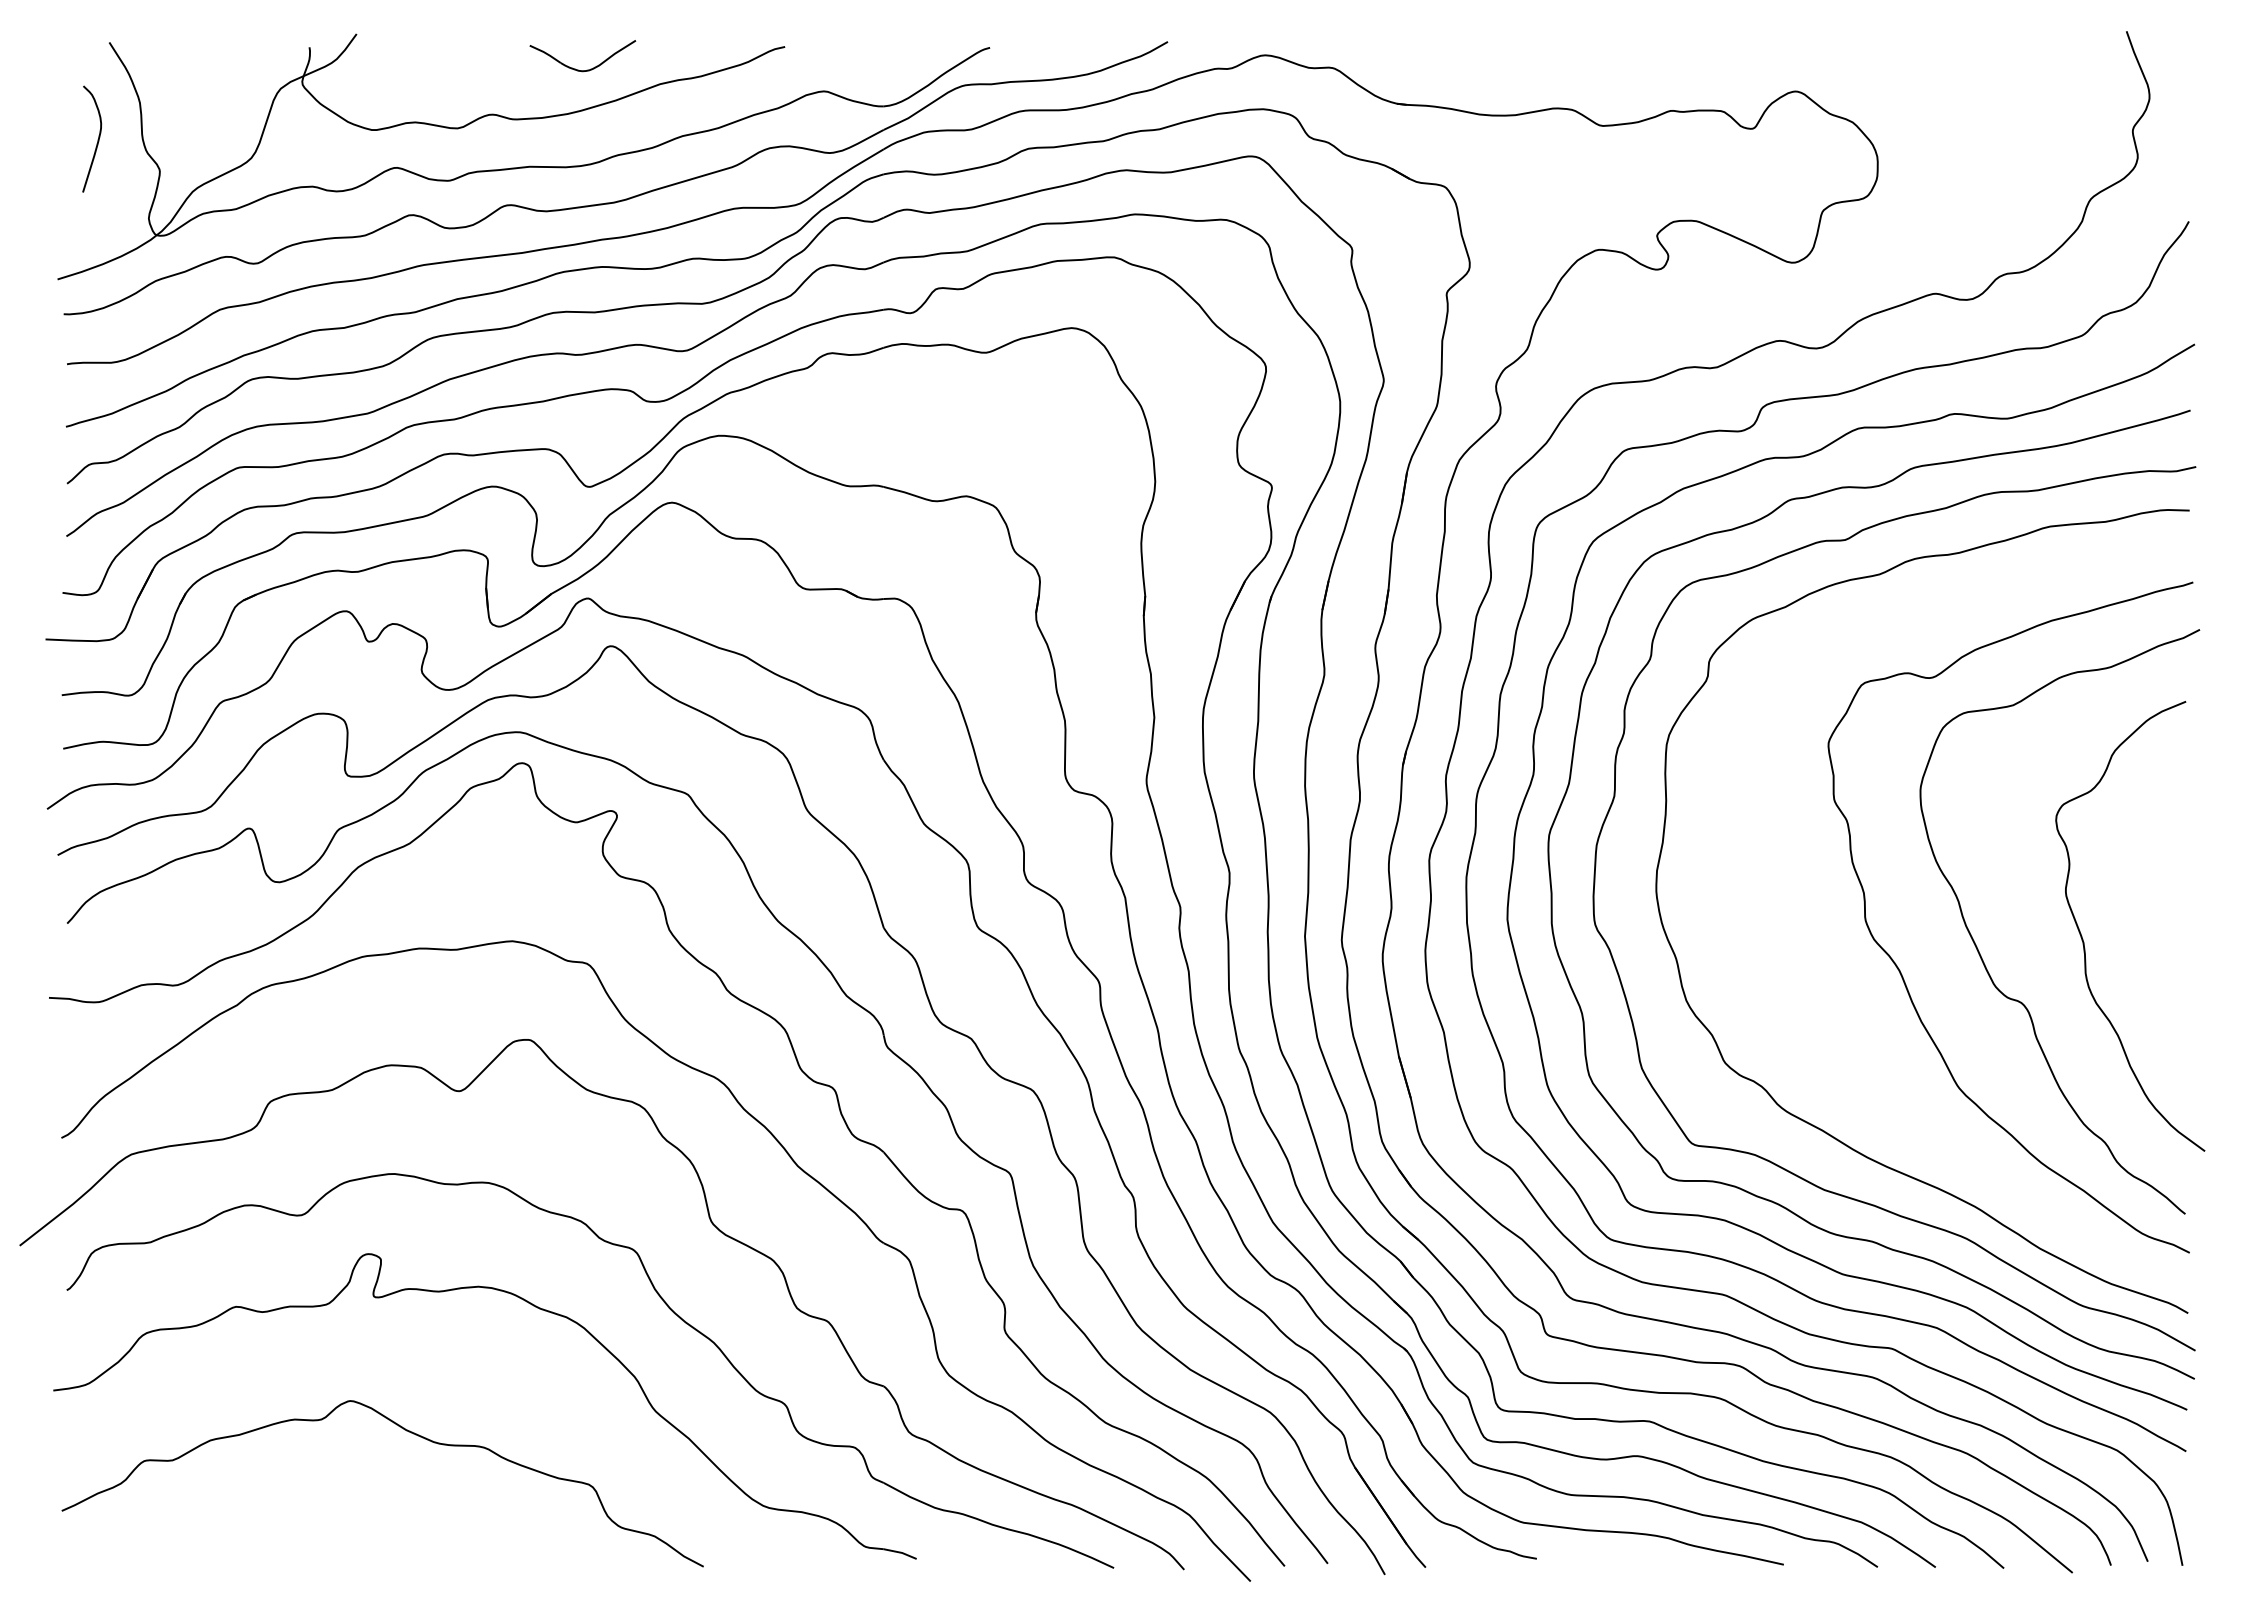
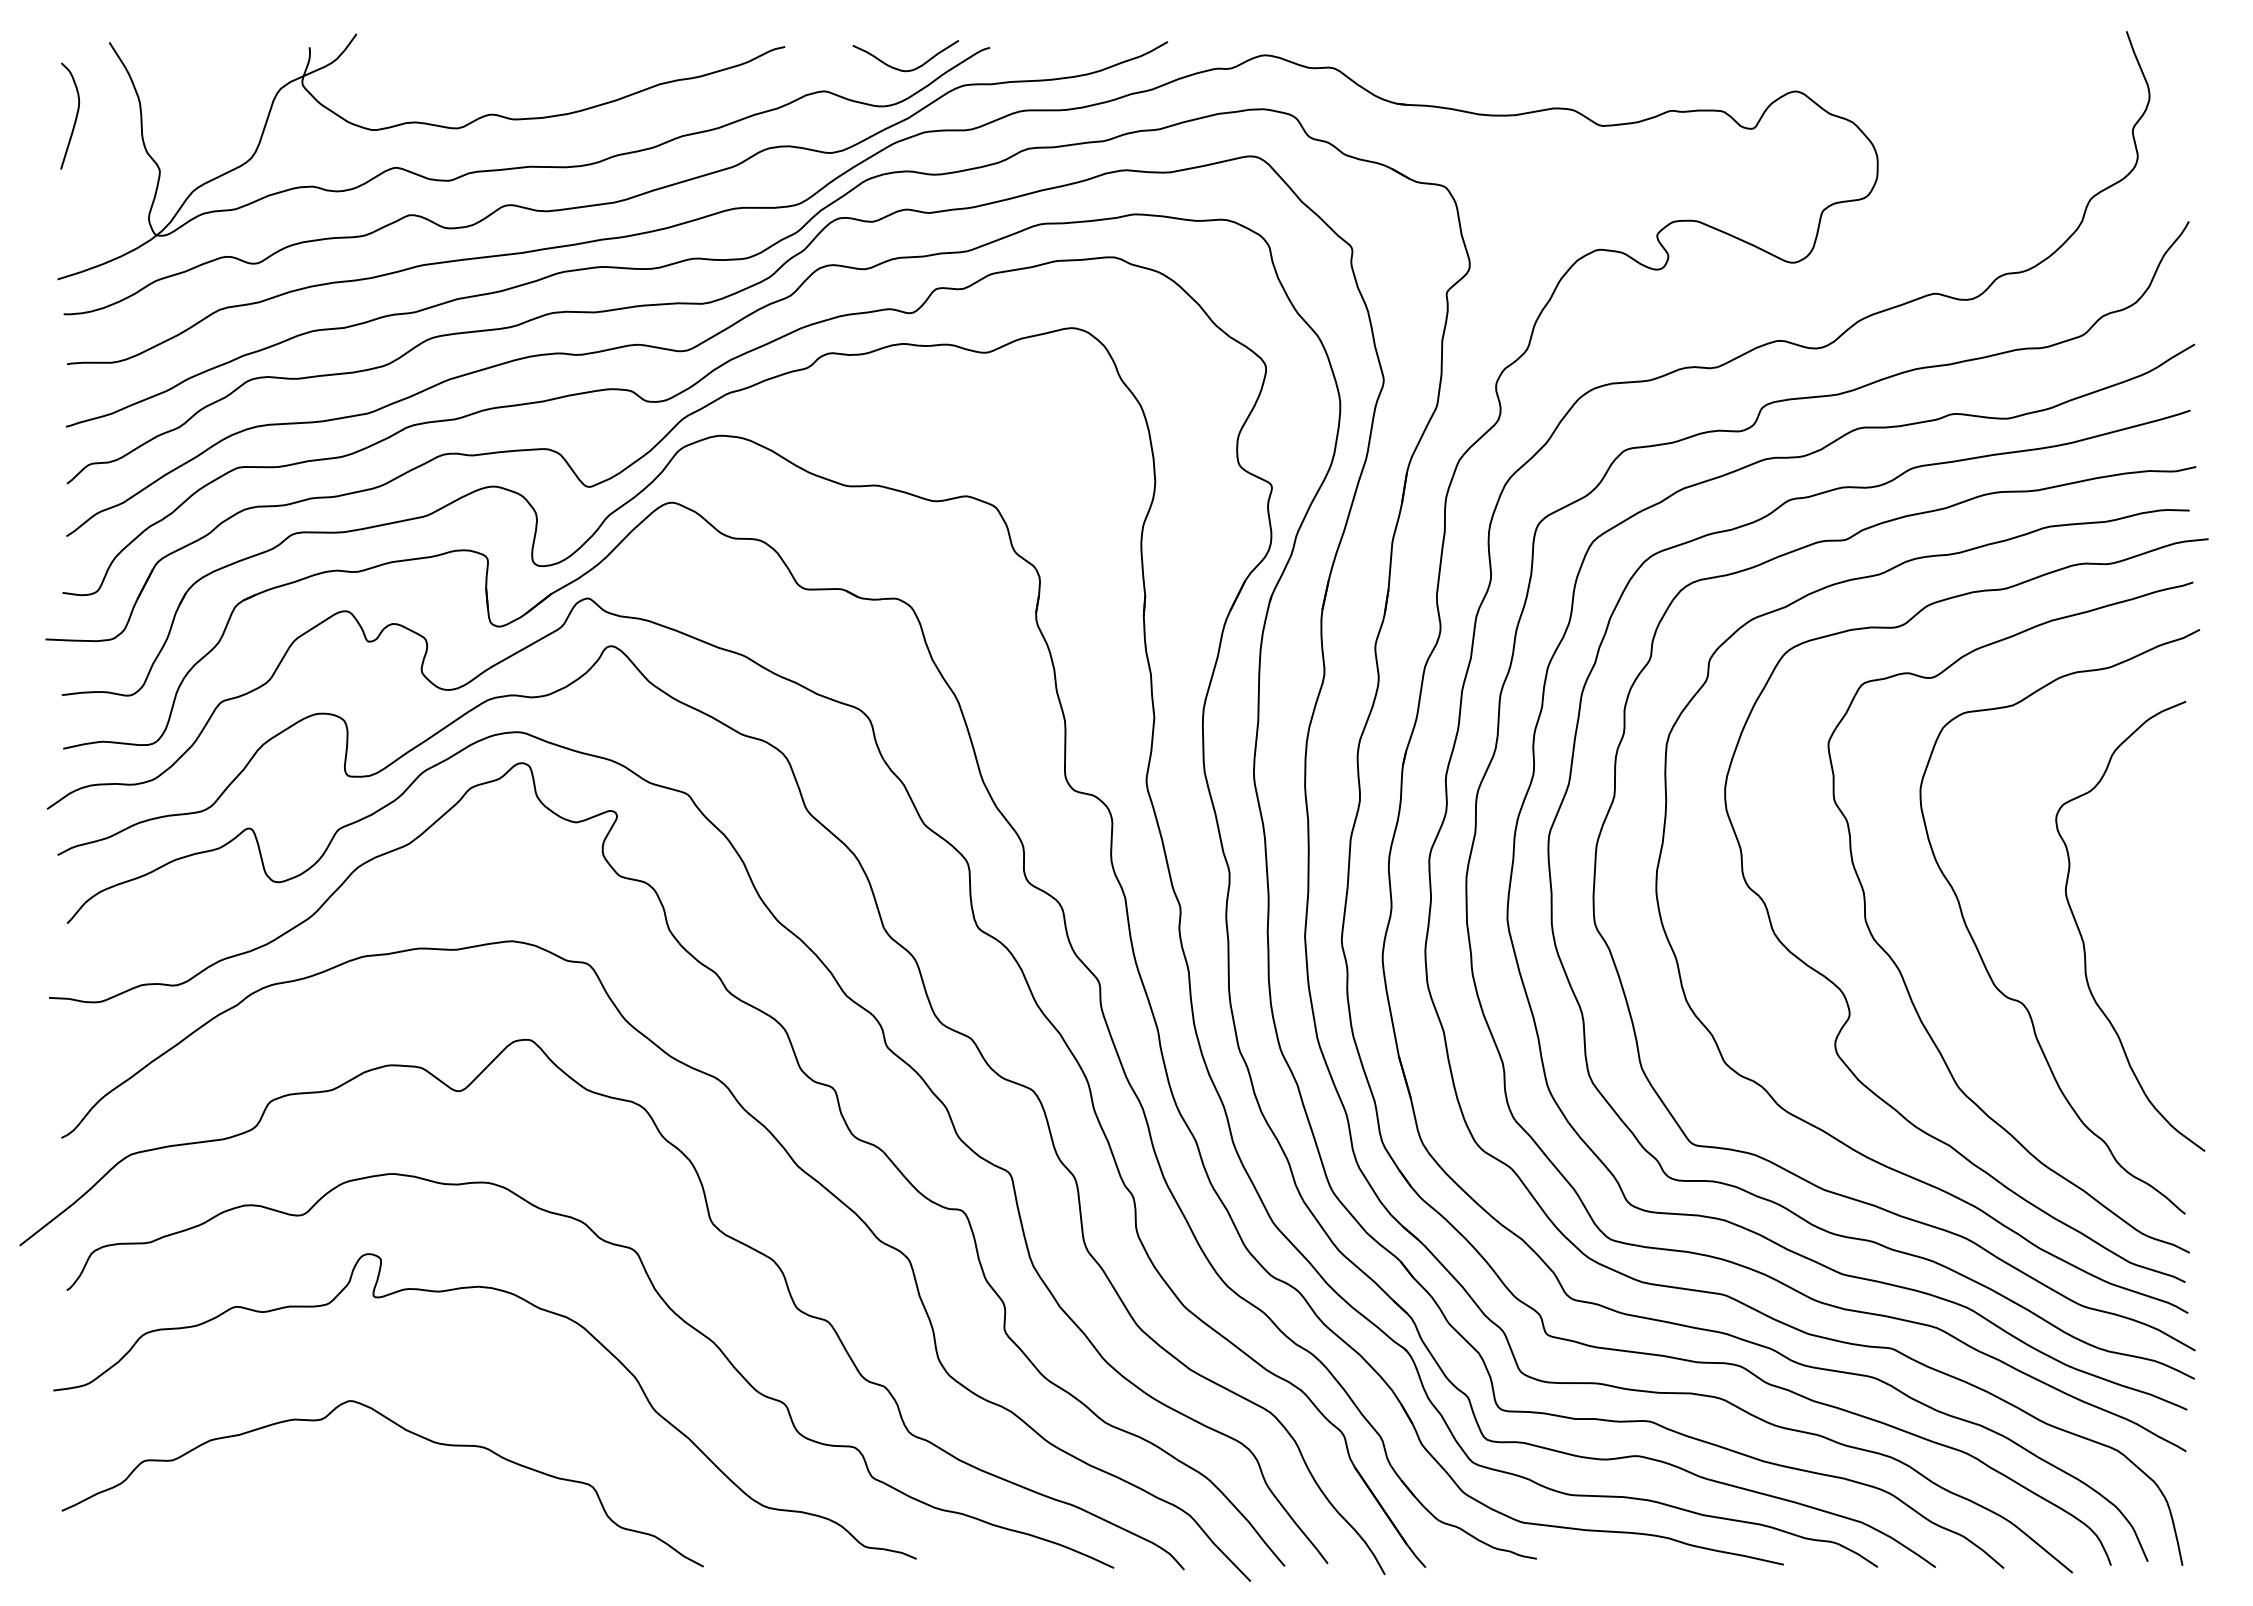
part at (578, 69) position: (578, 69) -> (901, 69)
curve at (97, 139) position: (97, 139) -> (75, 116)
curve at (1843, 992): none -> present
